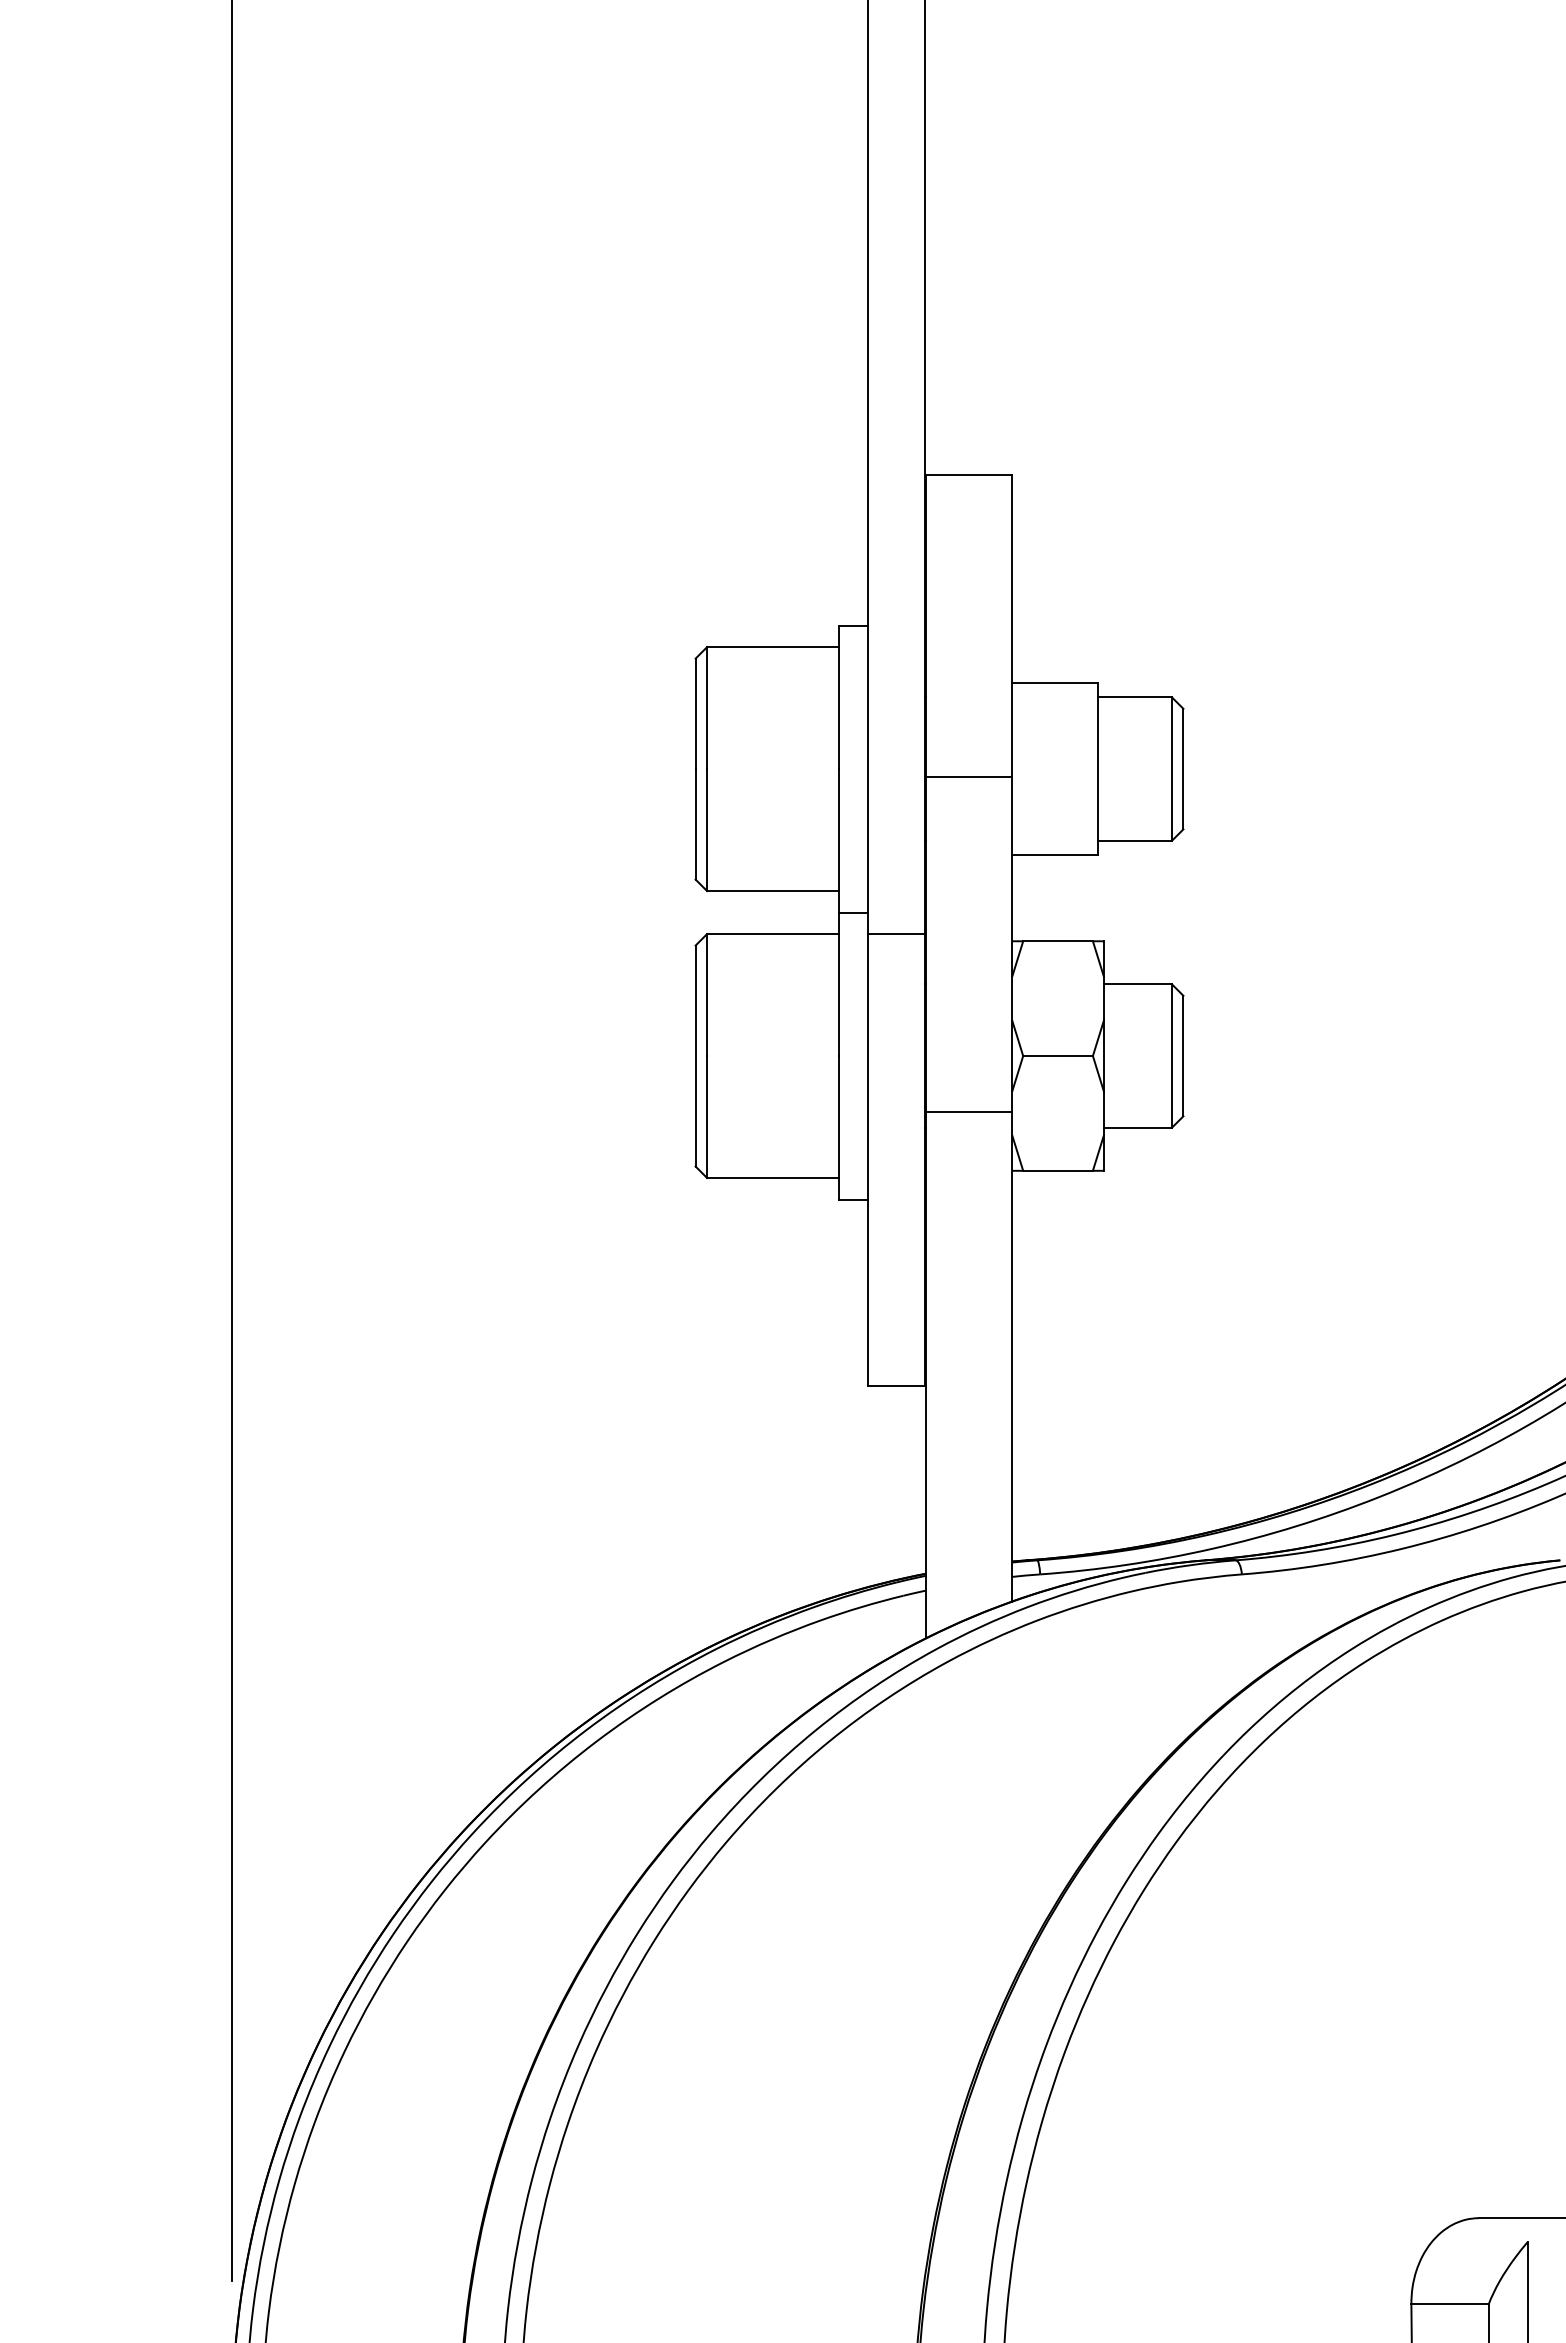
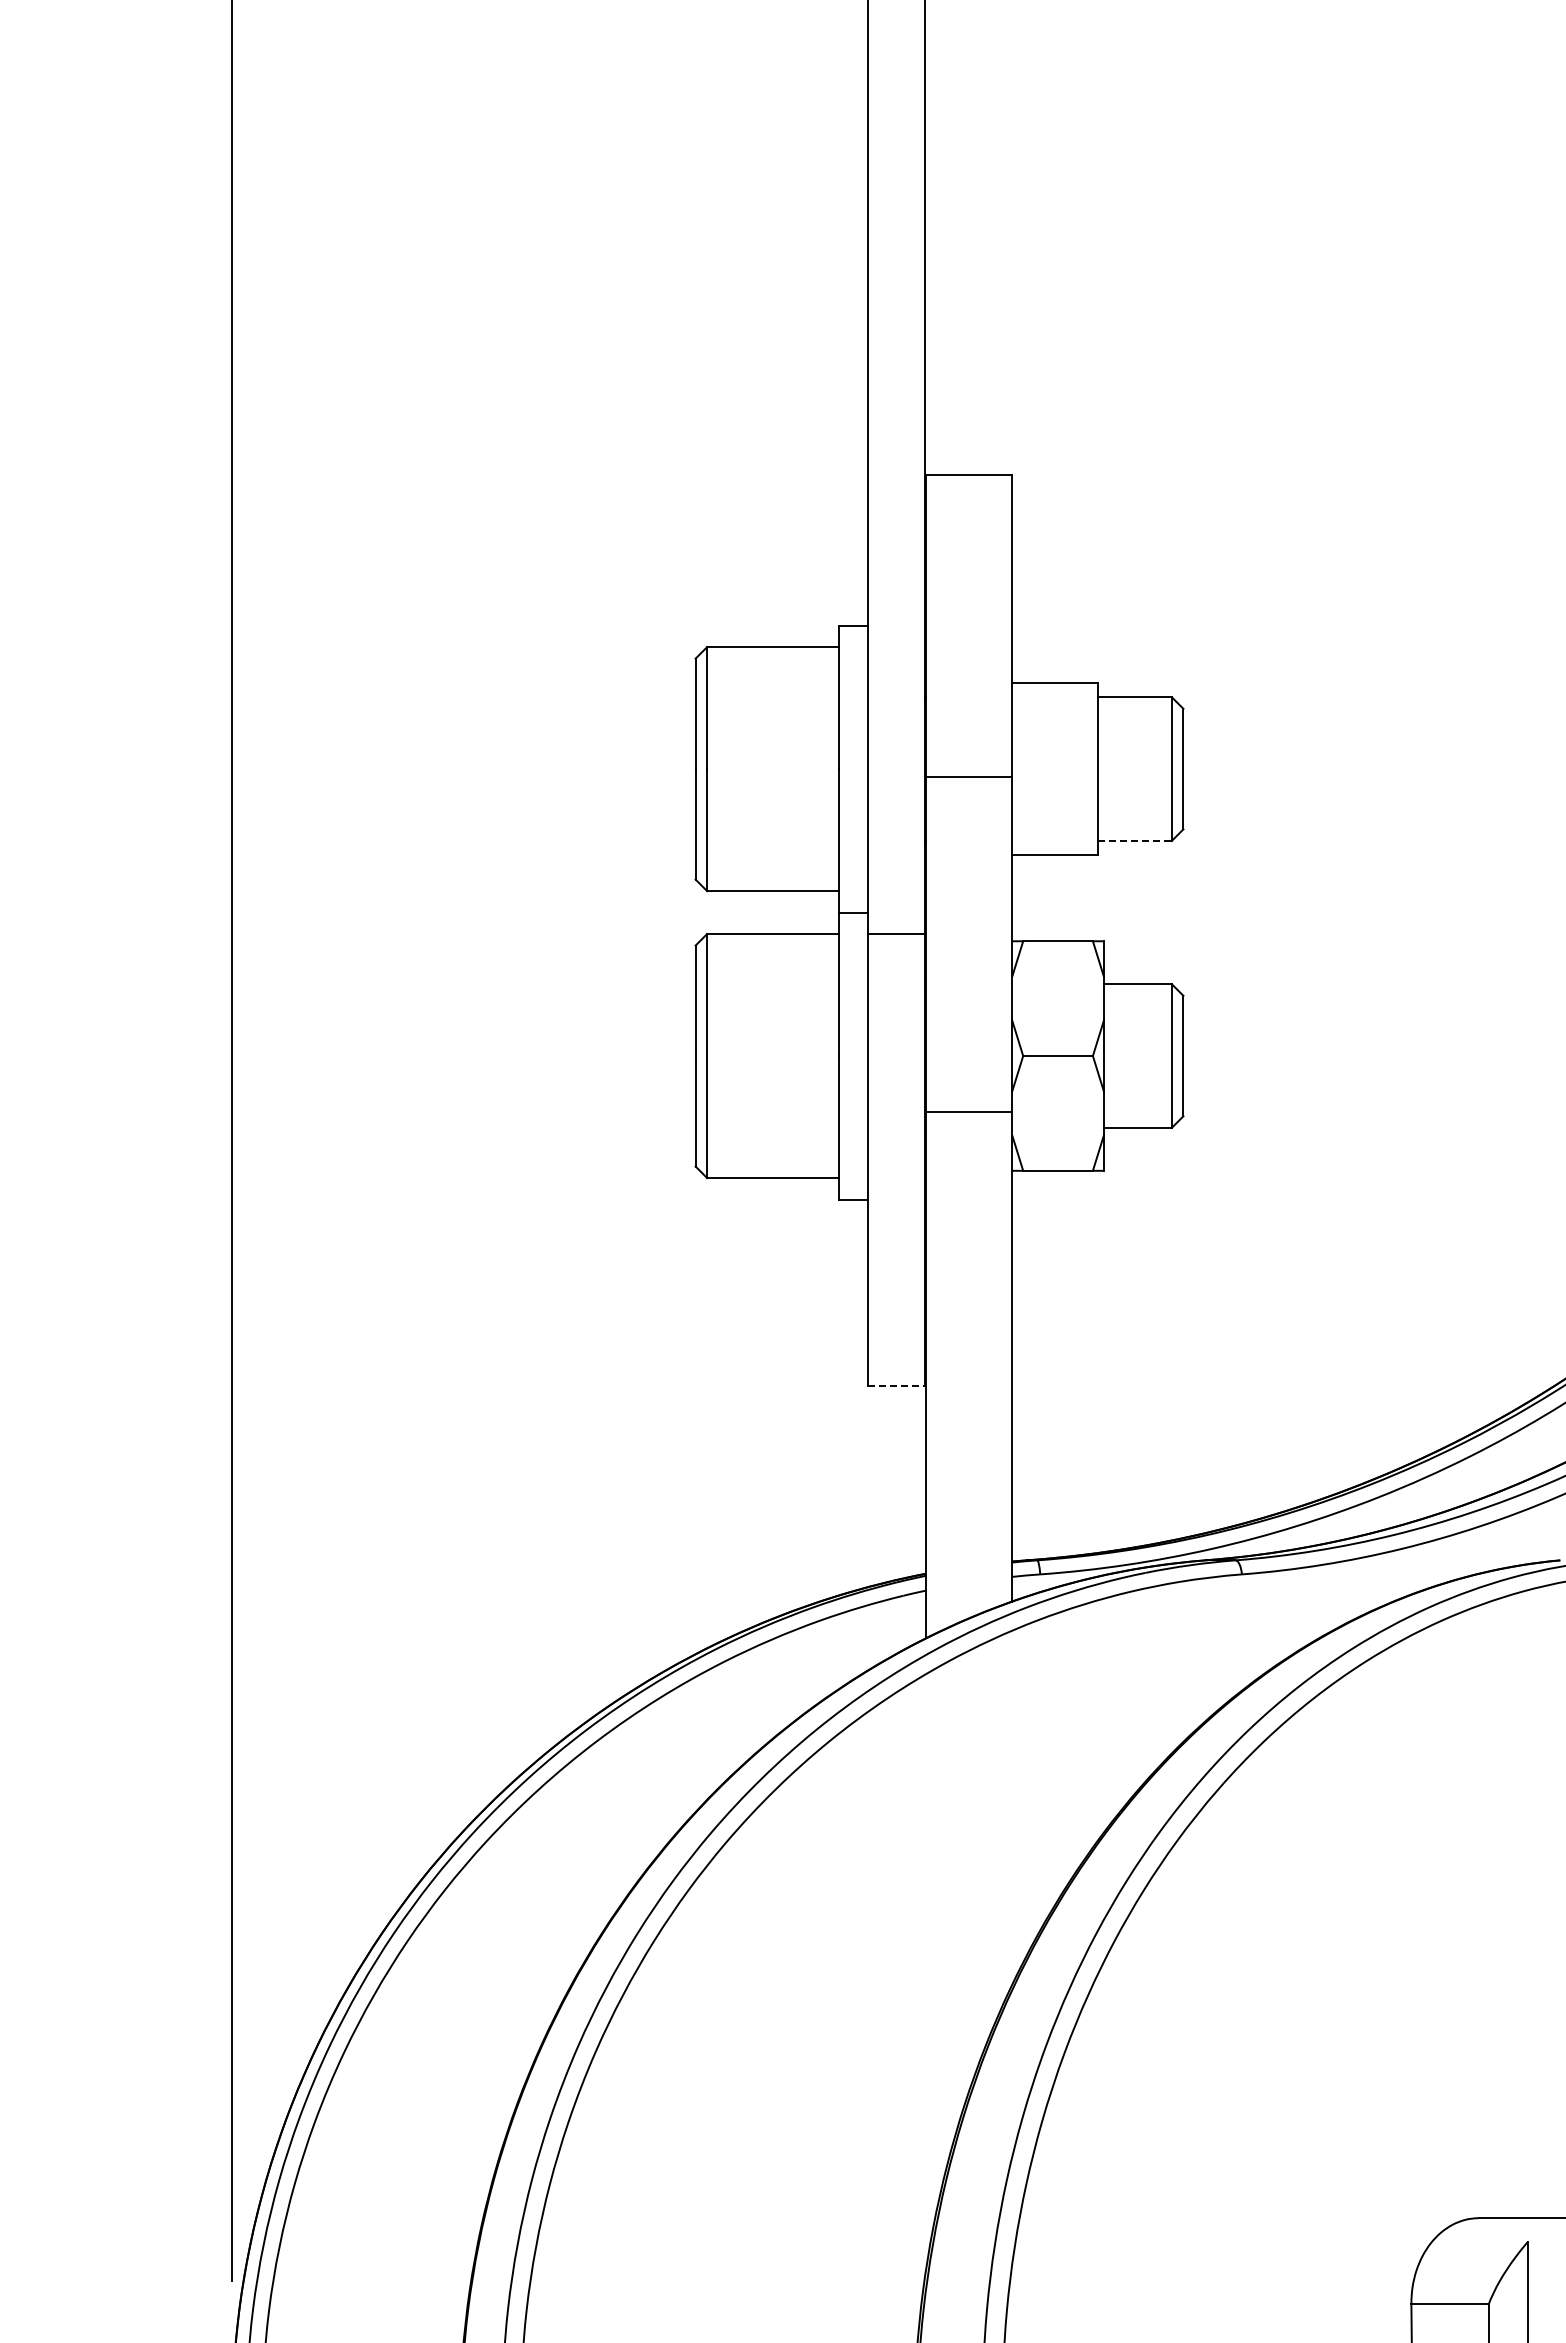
line at (1135, 840): solid -> dashed
line at (896, 1386): solid -> dashed
